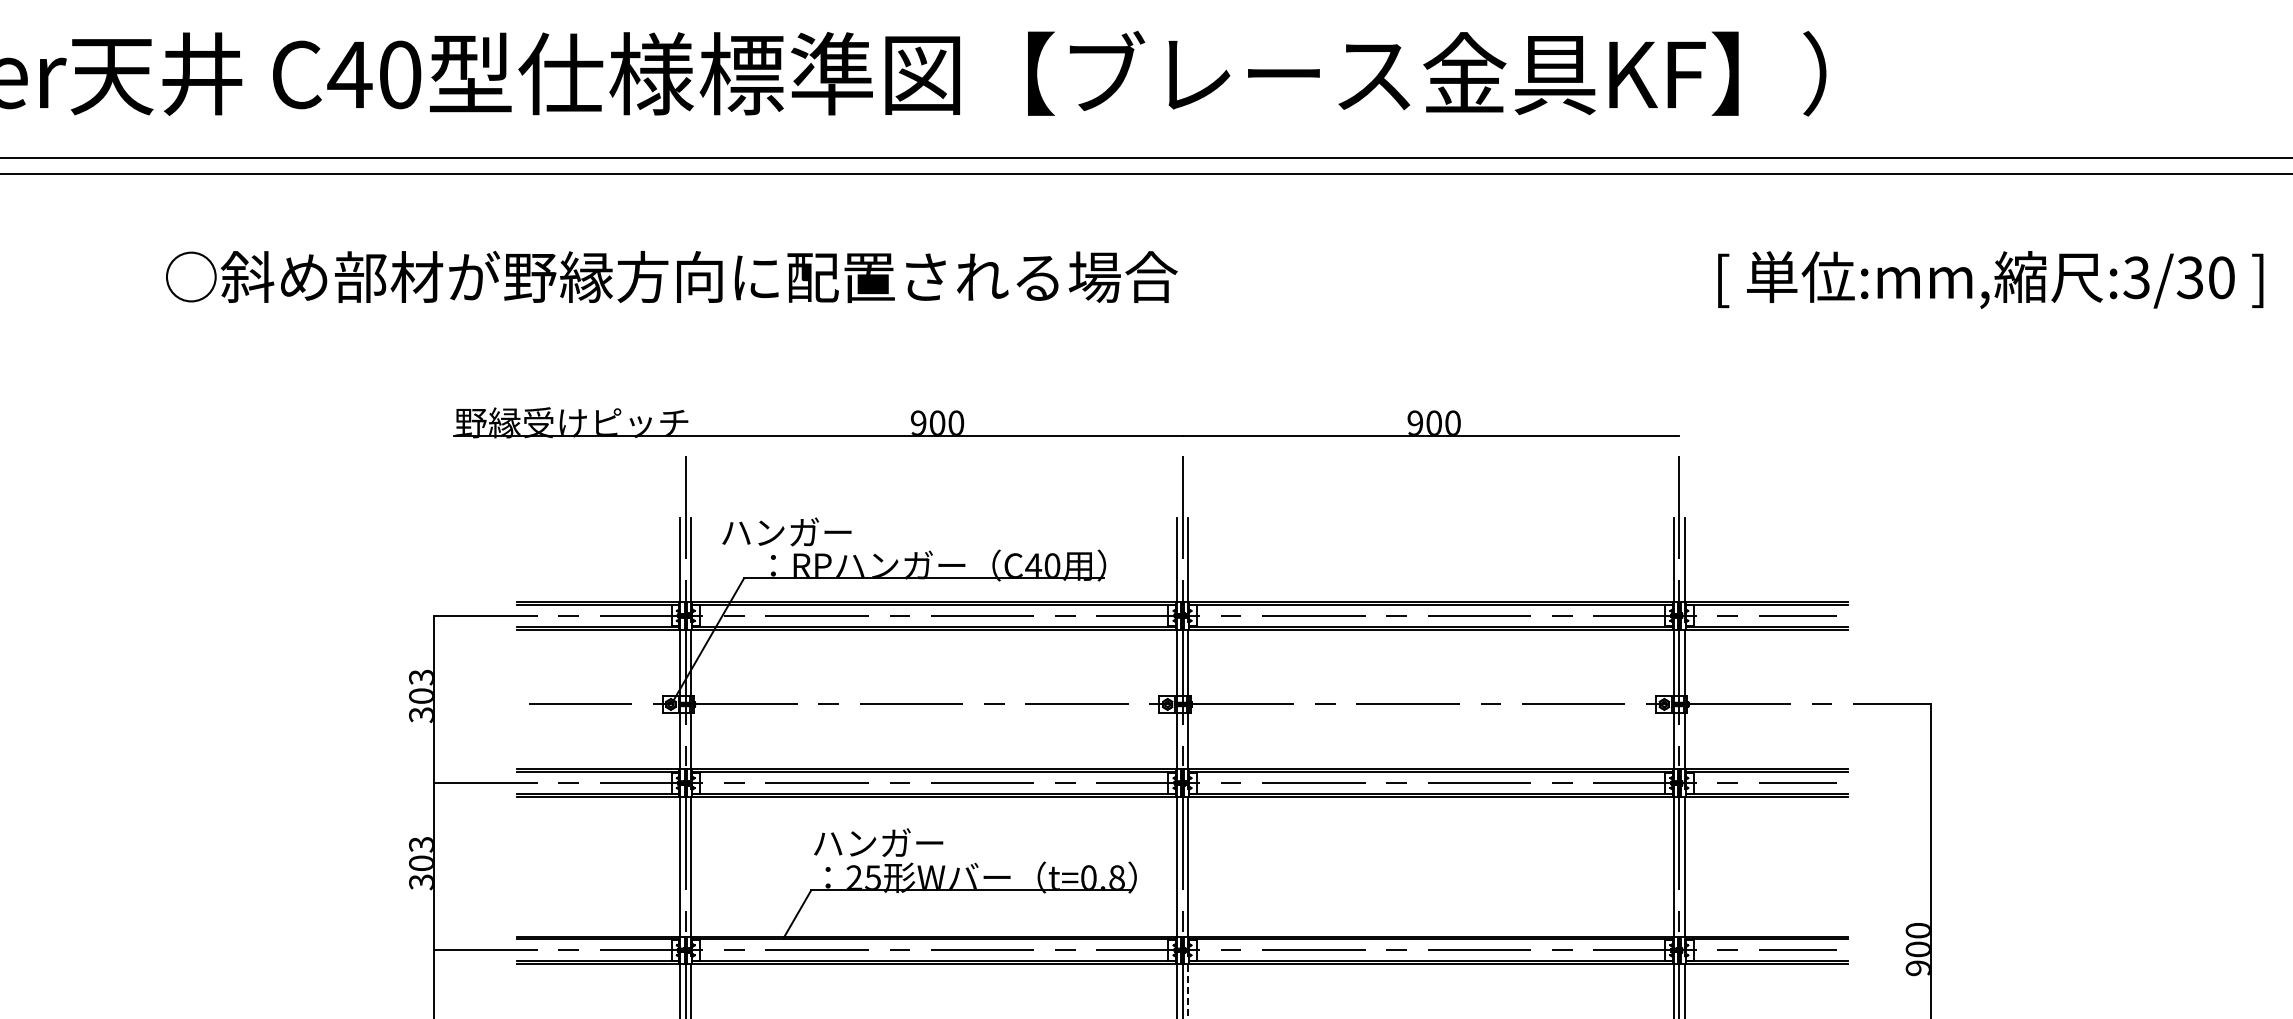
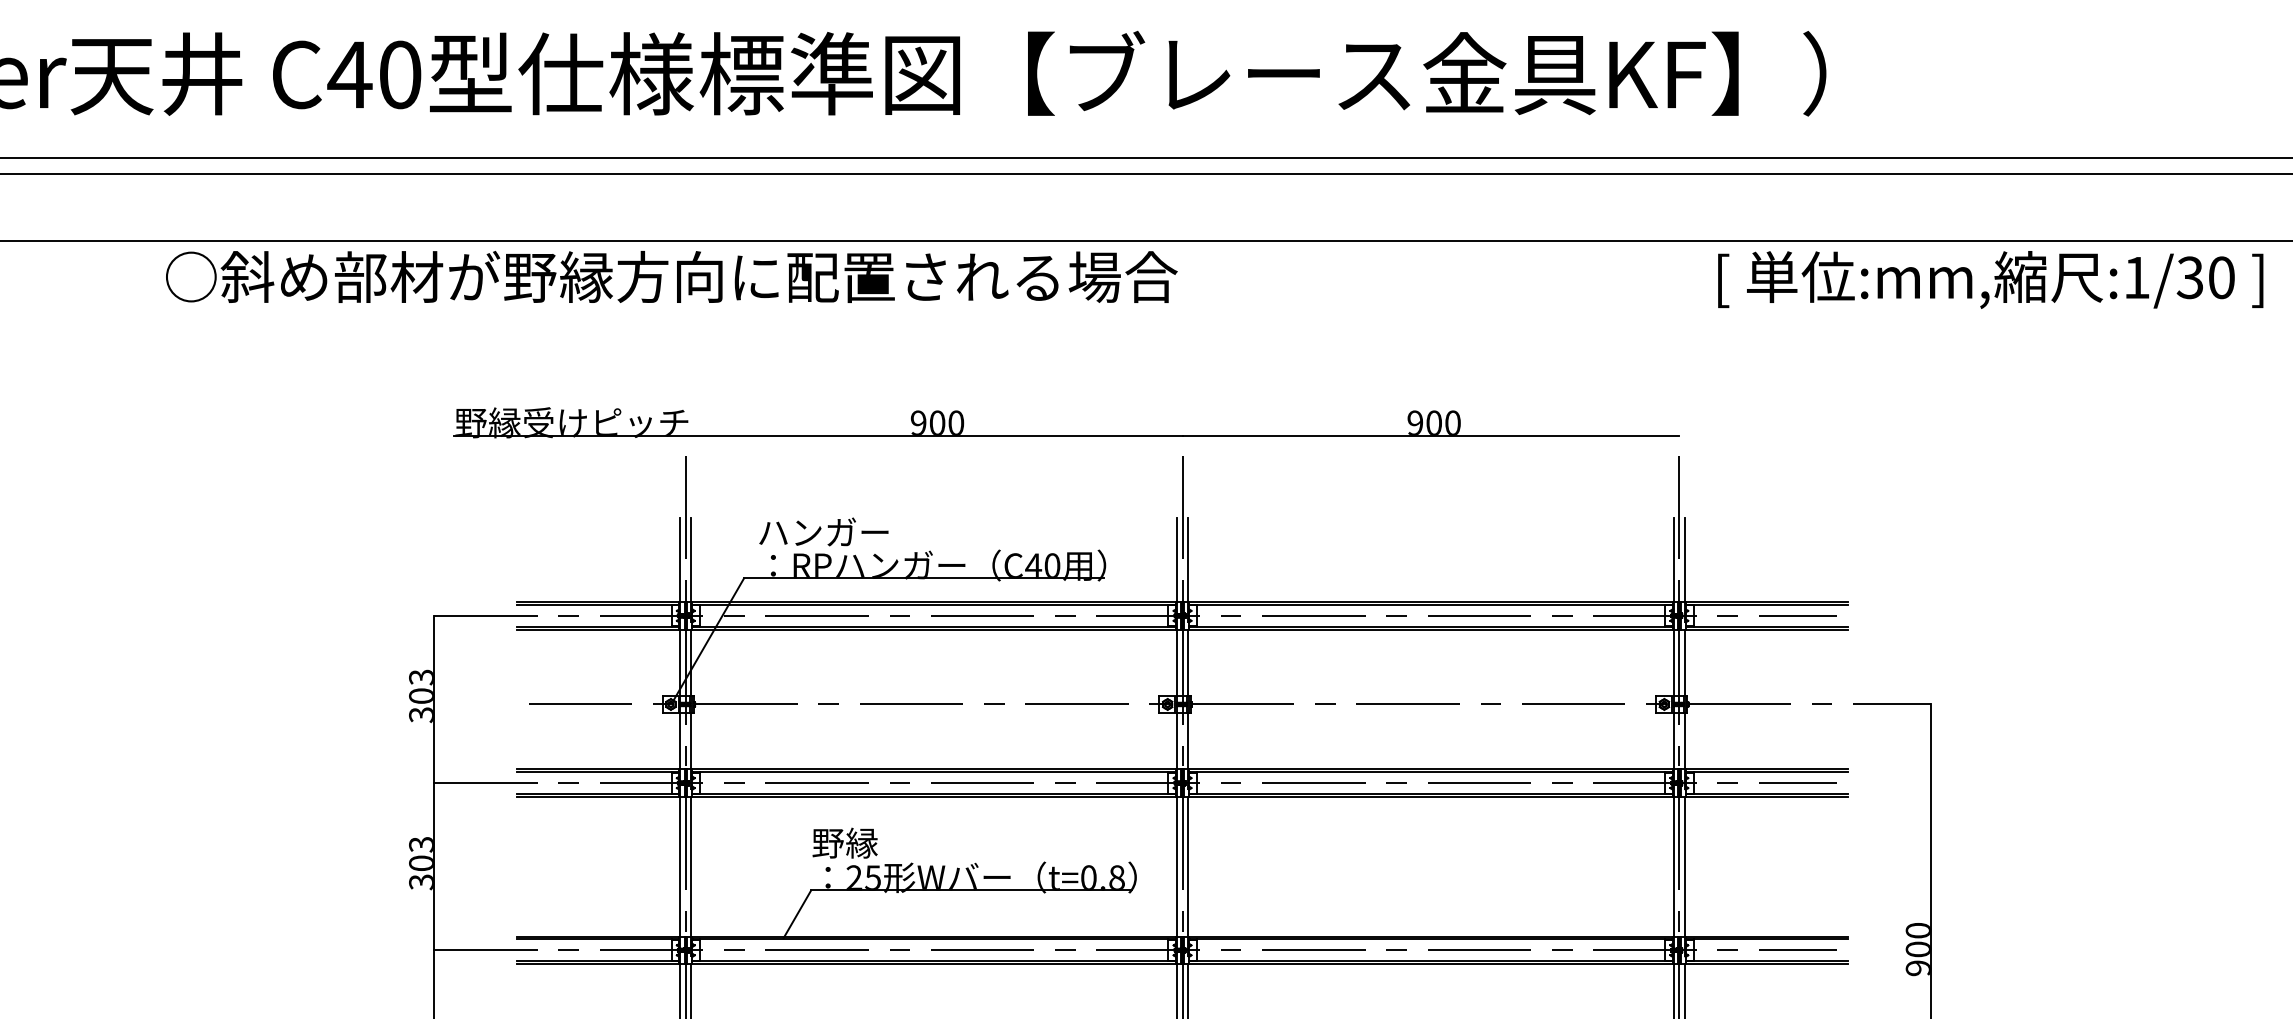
line at (1145, 240): none -> present
text at (2136, 277): :3/30 -> :1/30
text at (786, 531) position: (786, 531) -> (823, 531)
text at (877, 842): ハンガー -> 野縁
line at (1188, 991): dashed -> solid
